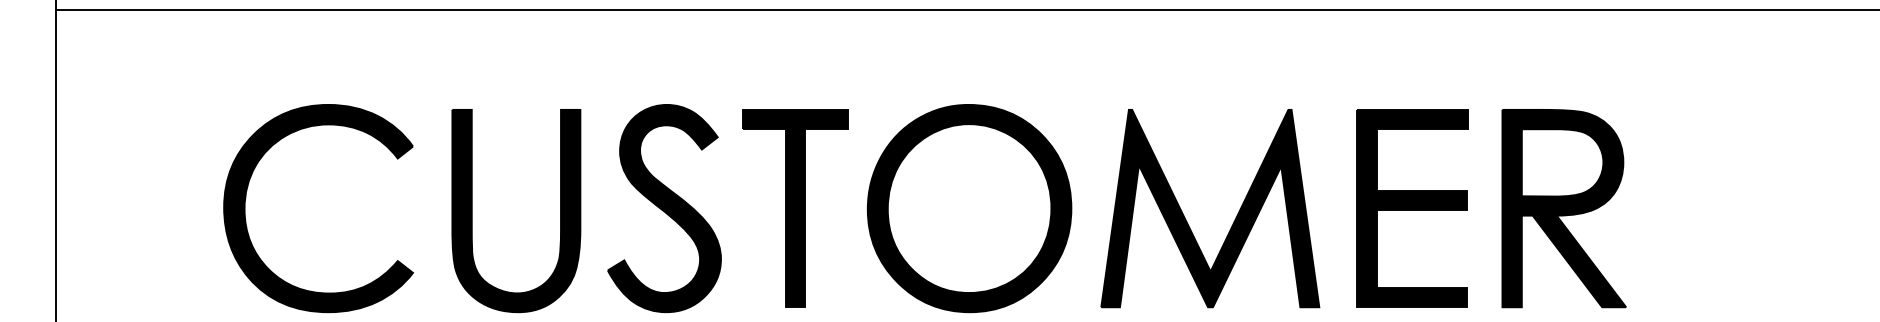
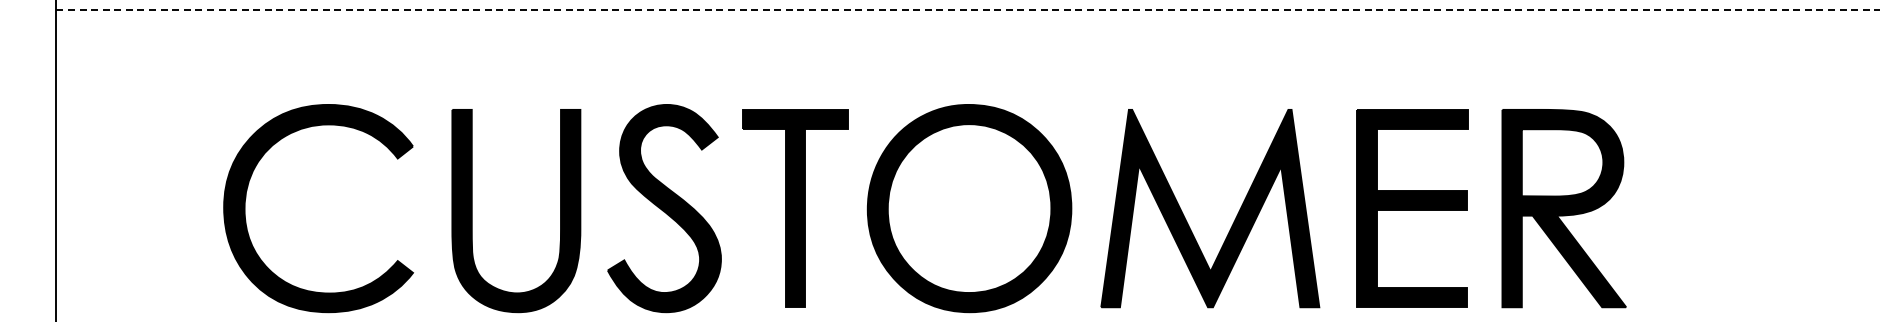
line at (968, 9): solid -> dashed
